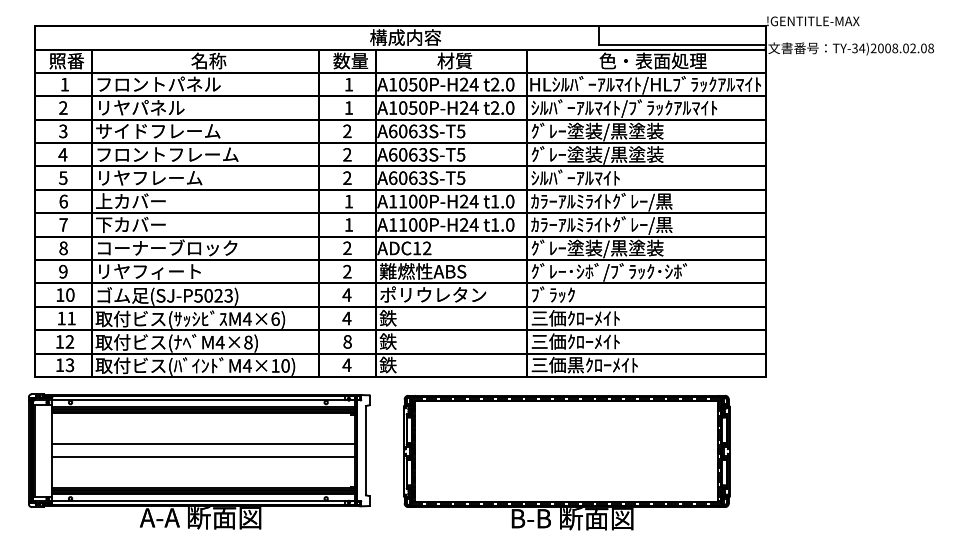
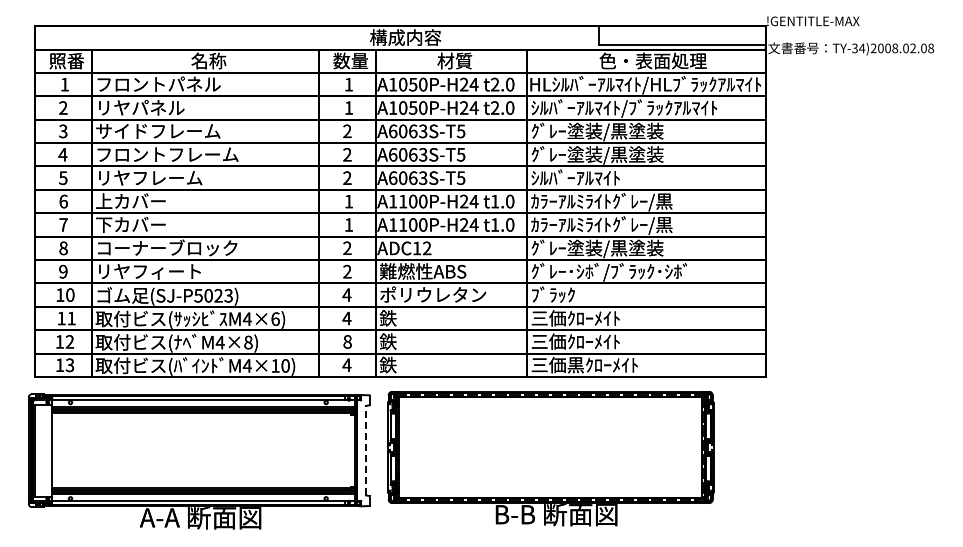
line at (202, 444): present -> none
line at (365, 450): solid -> dashed
line at (202, 457): present -> none
part at (566, 462) position: (566, 462) -> (550, 458)
